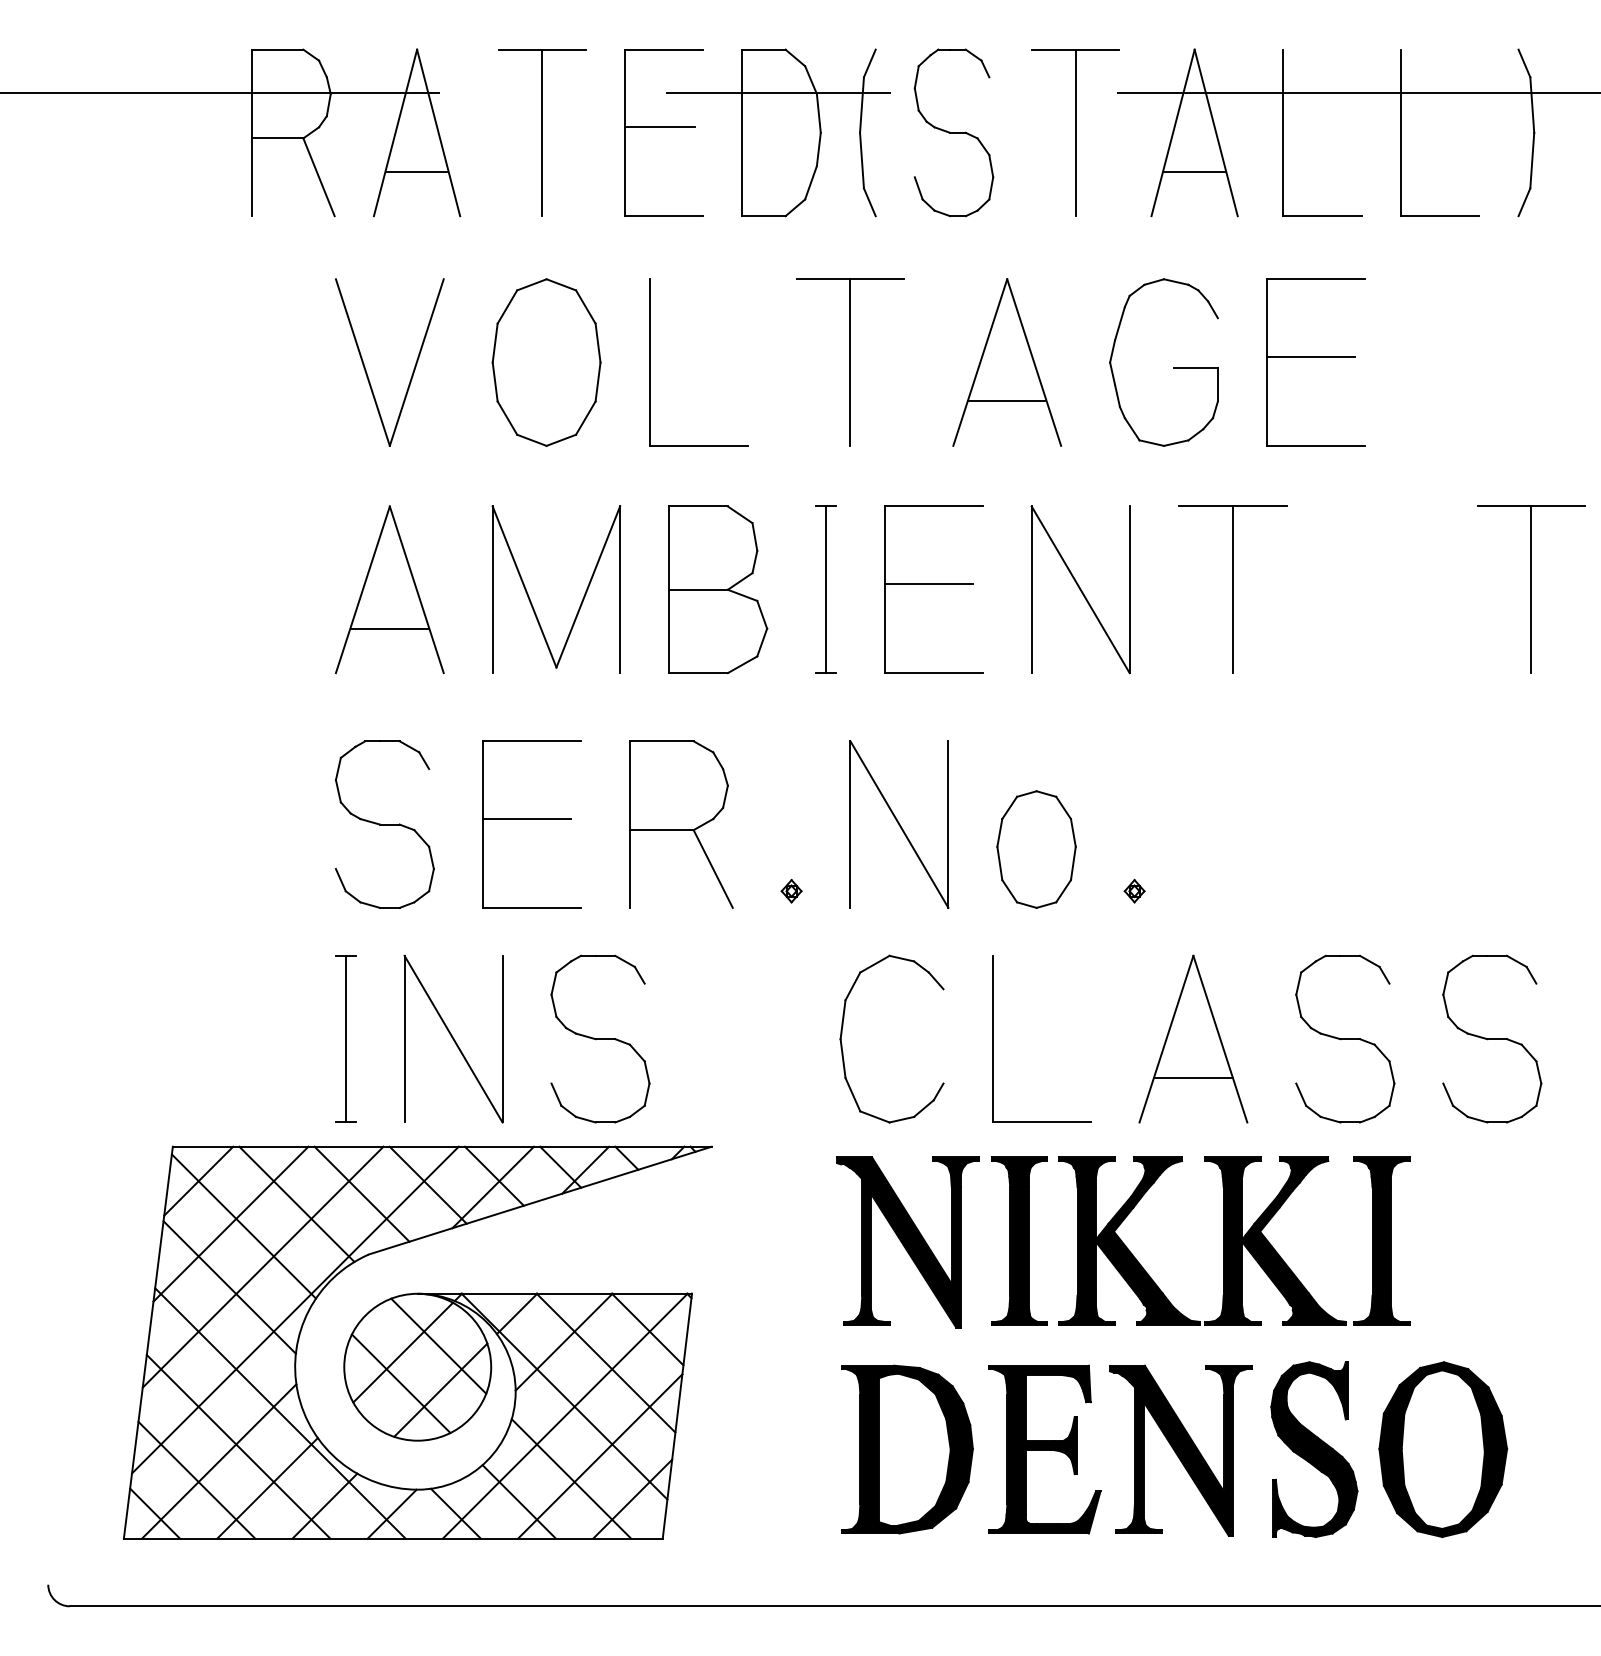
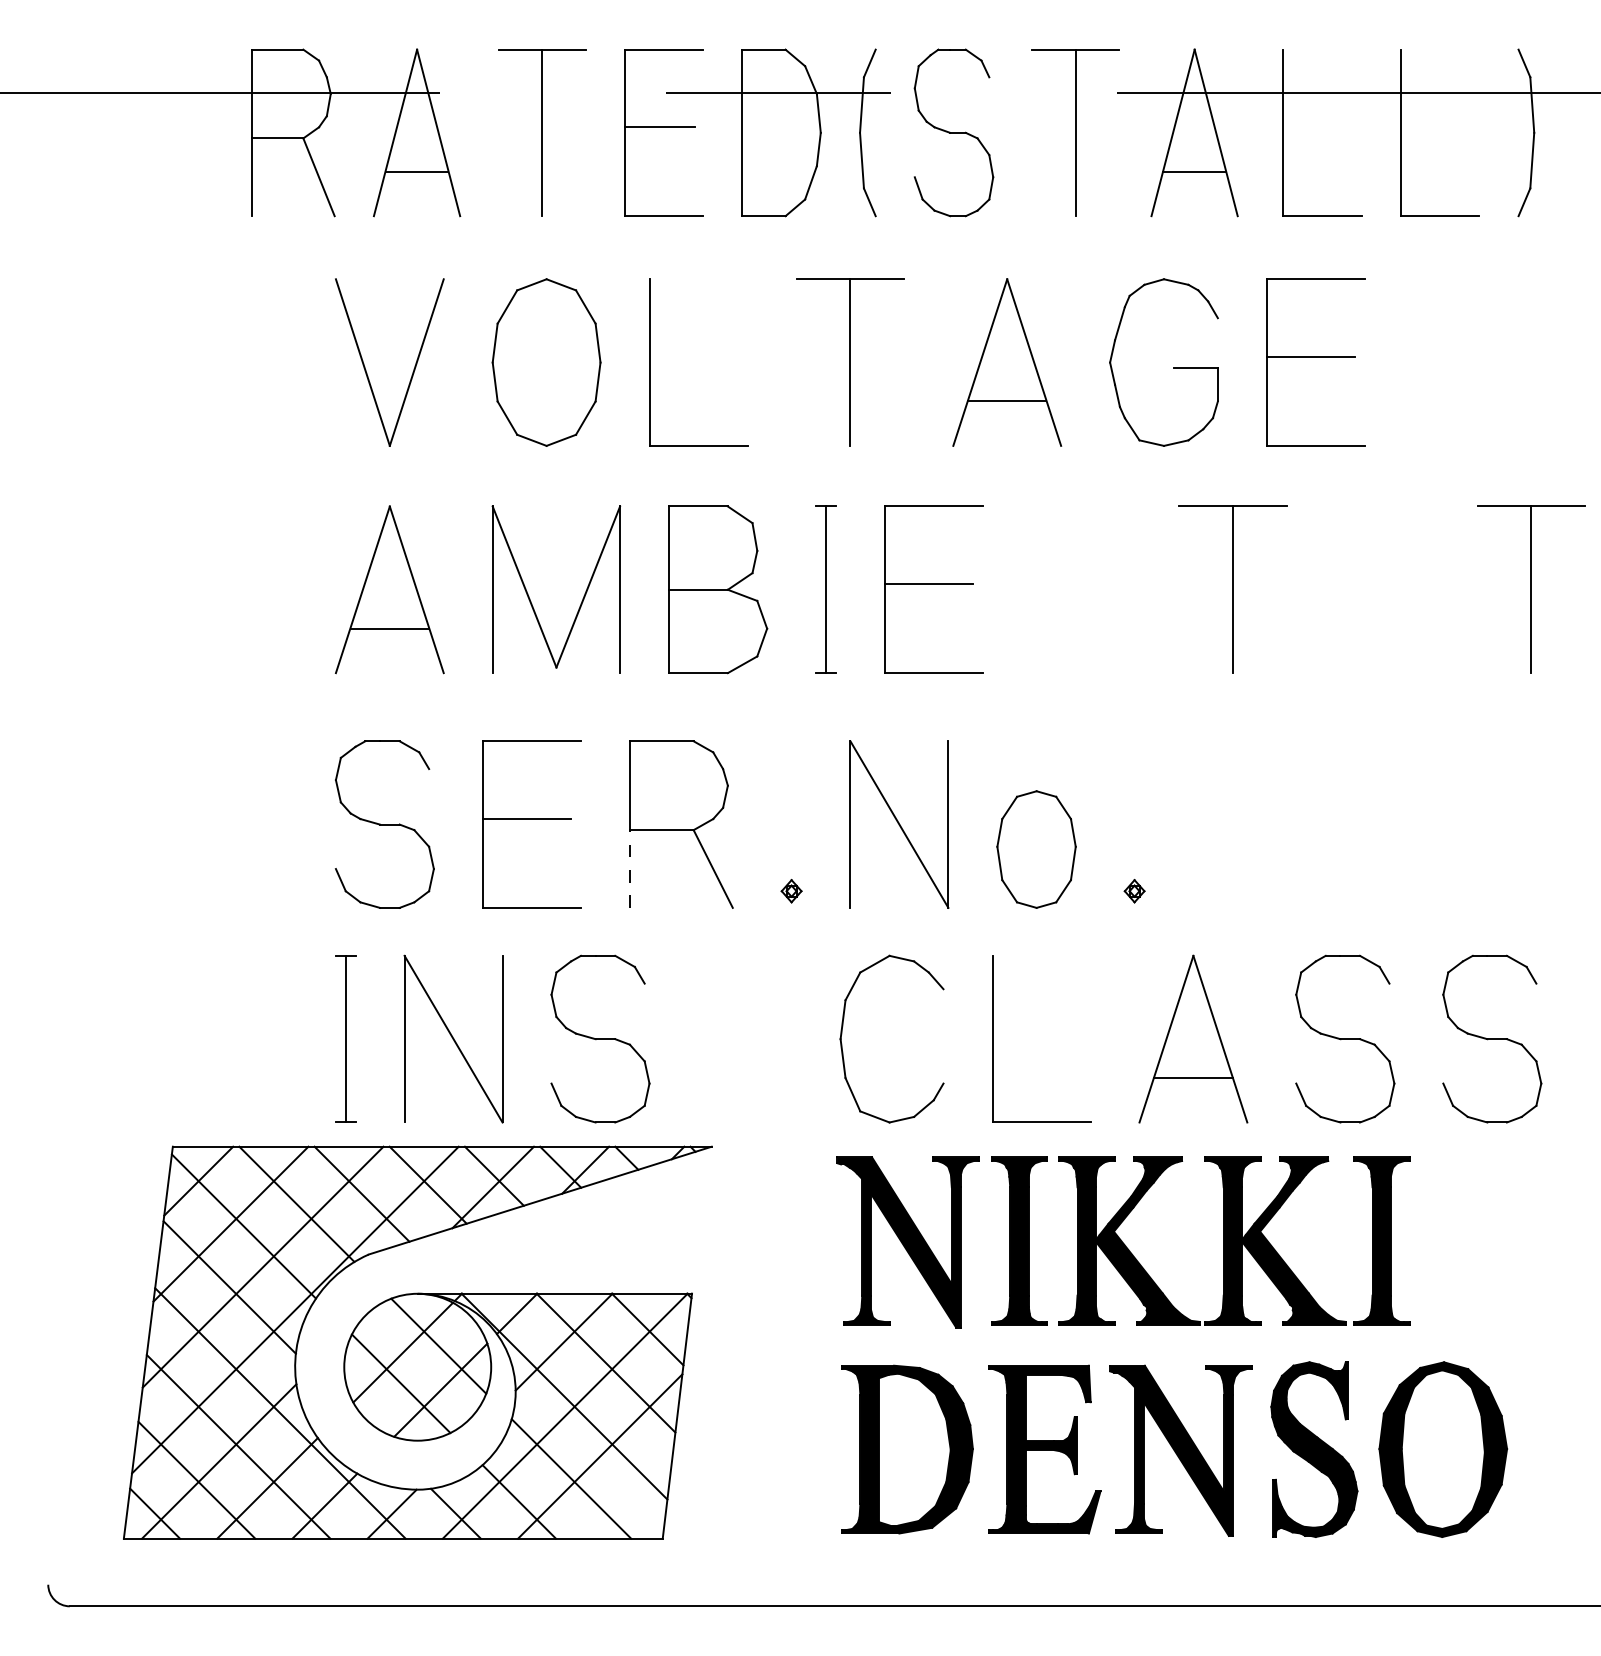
part at (1080, 589): present -> none
line at (629, 869): solid -> dashed
line at (632, 1498): present -> none
